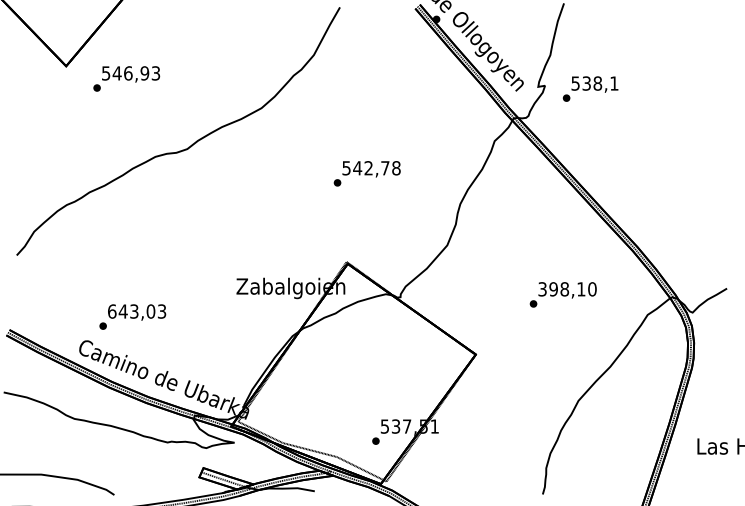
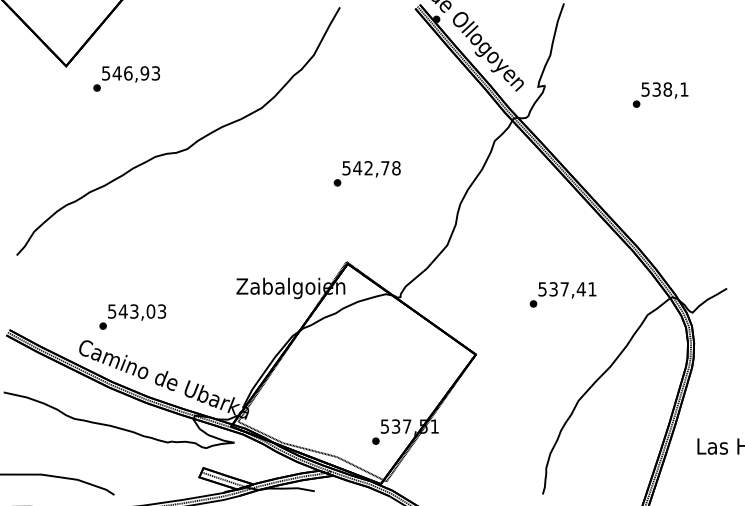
text at (590, 88) position: (590, 88) -> (660, 94)
text at (567, 289): 398,10 -> 537,41
text at (112, 311): 643,03 -> 543,03
